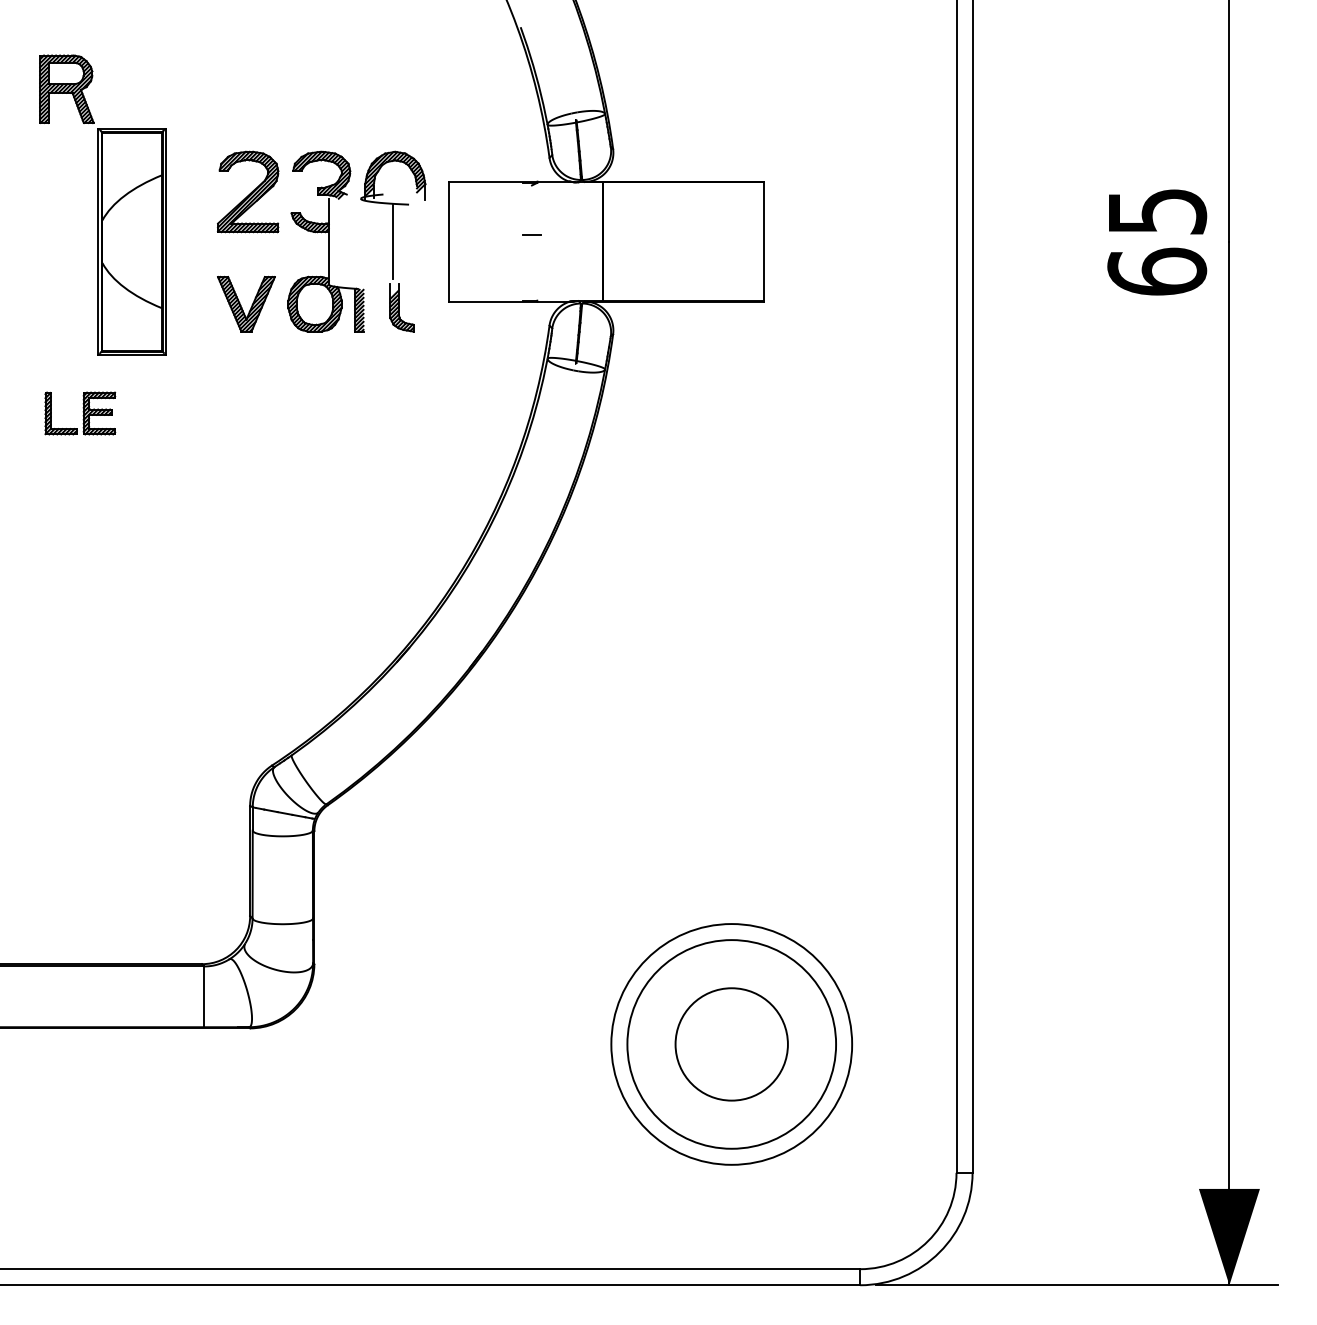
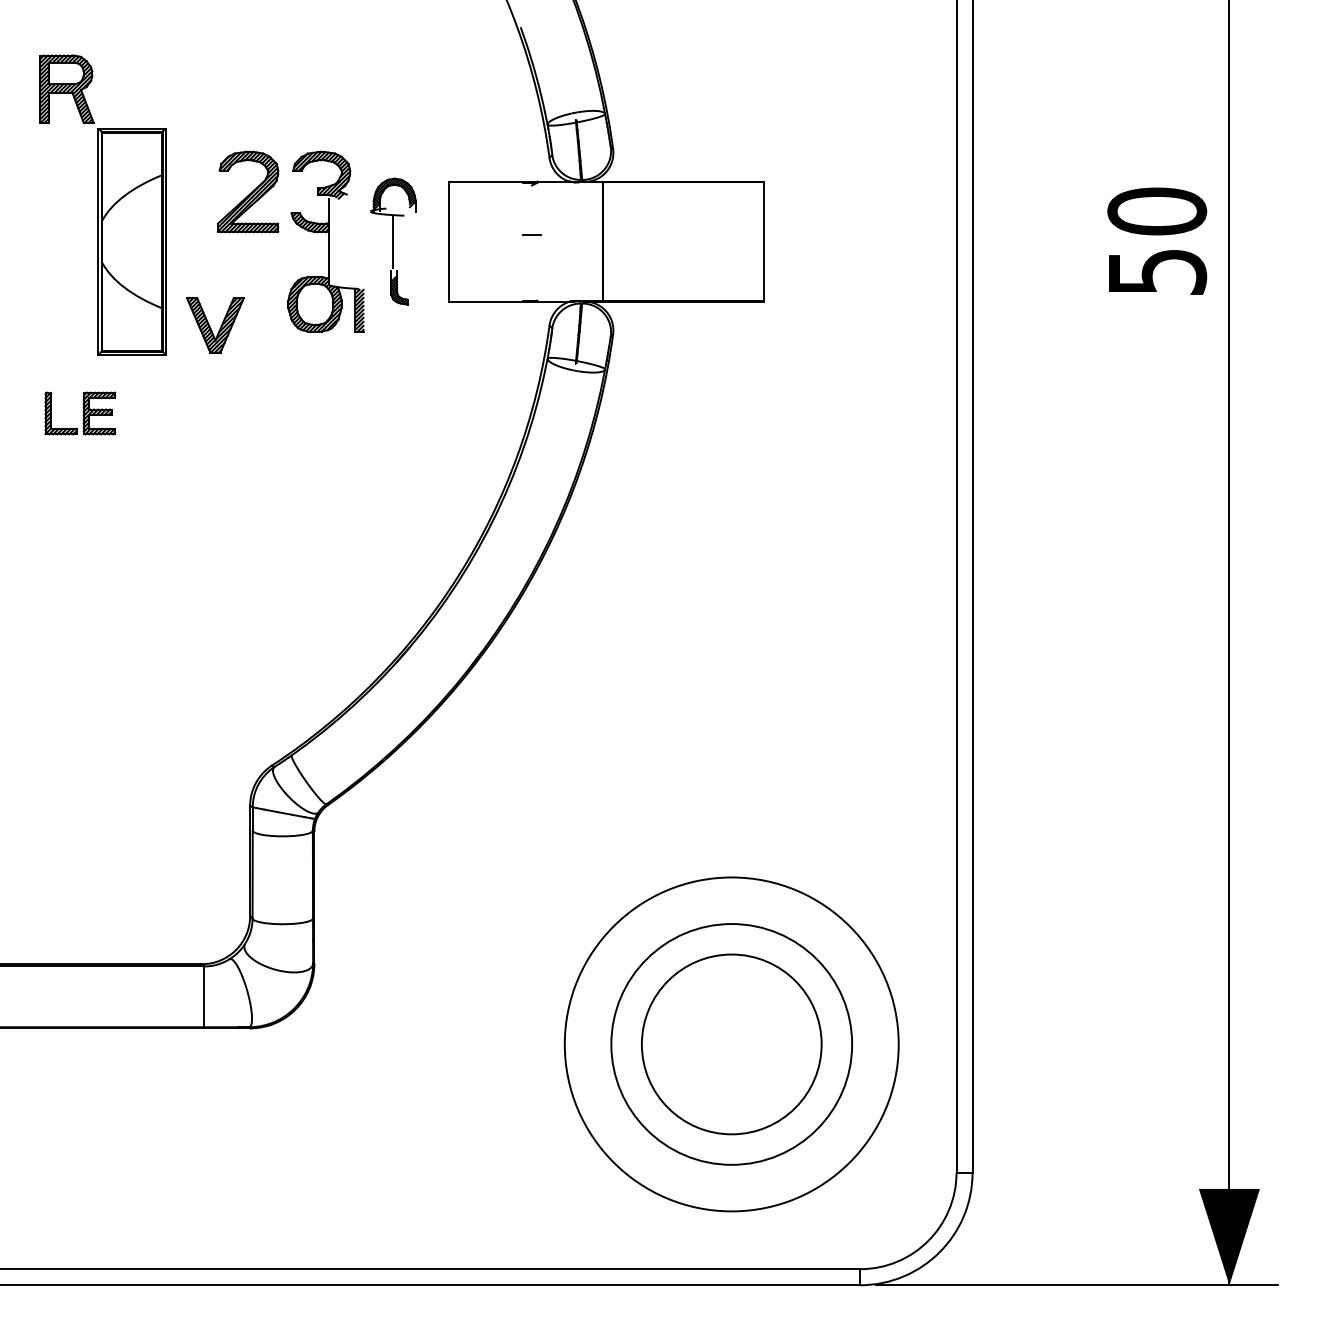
part at (393, 241) size: 67x183 px -> 47x129 px
text at (1157, 241): 65 -> 50
part at (246, 303) position: (246, 303) -> (215, 324)
circle at (731, 1044) diameter: 112 px -> 180 px
circle at (731, 1044) diameter: 209 px -> 334 px
